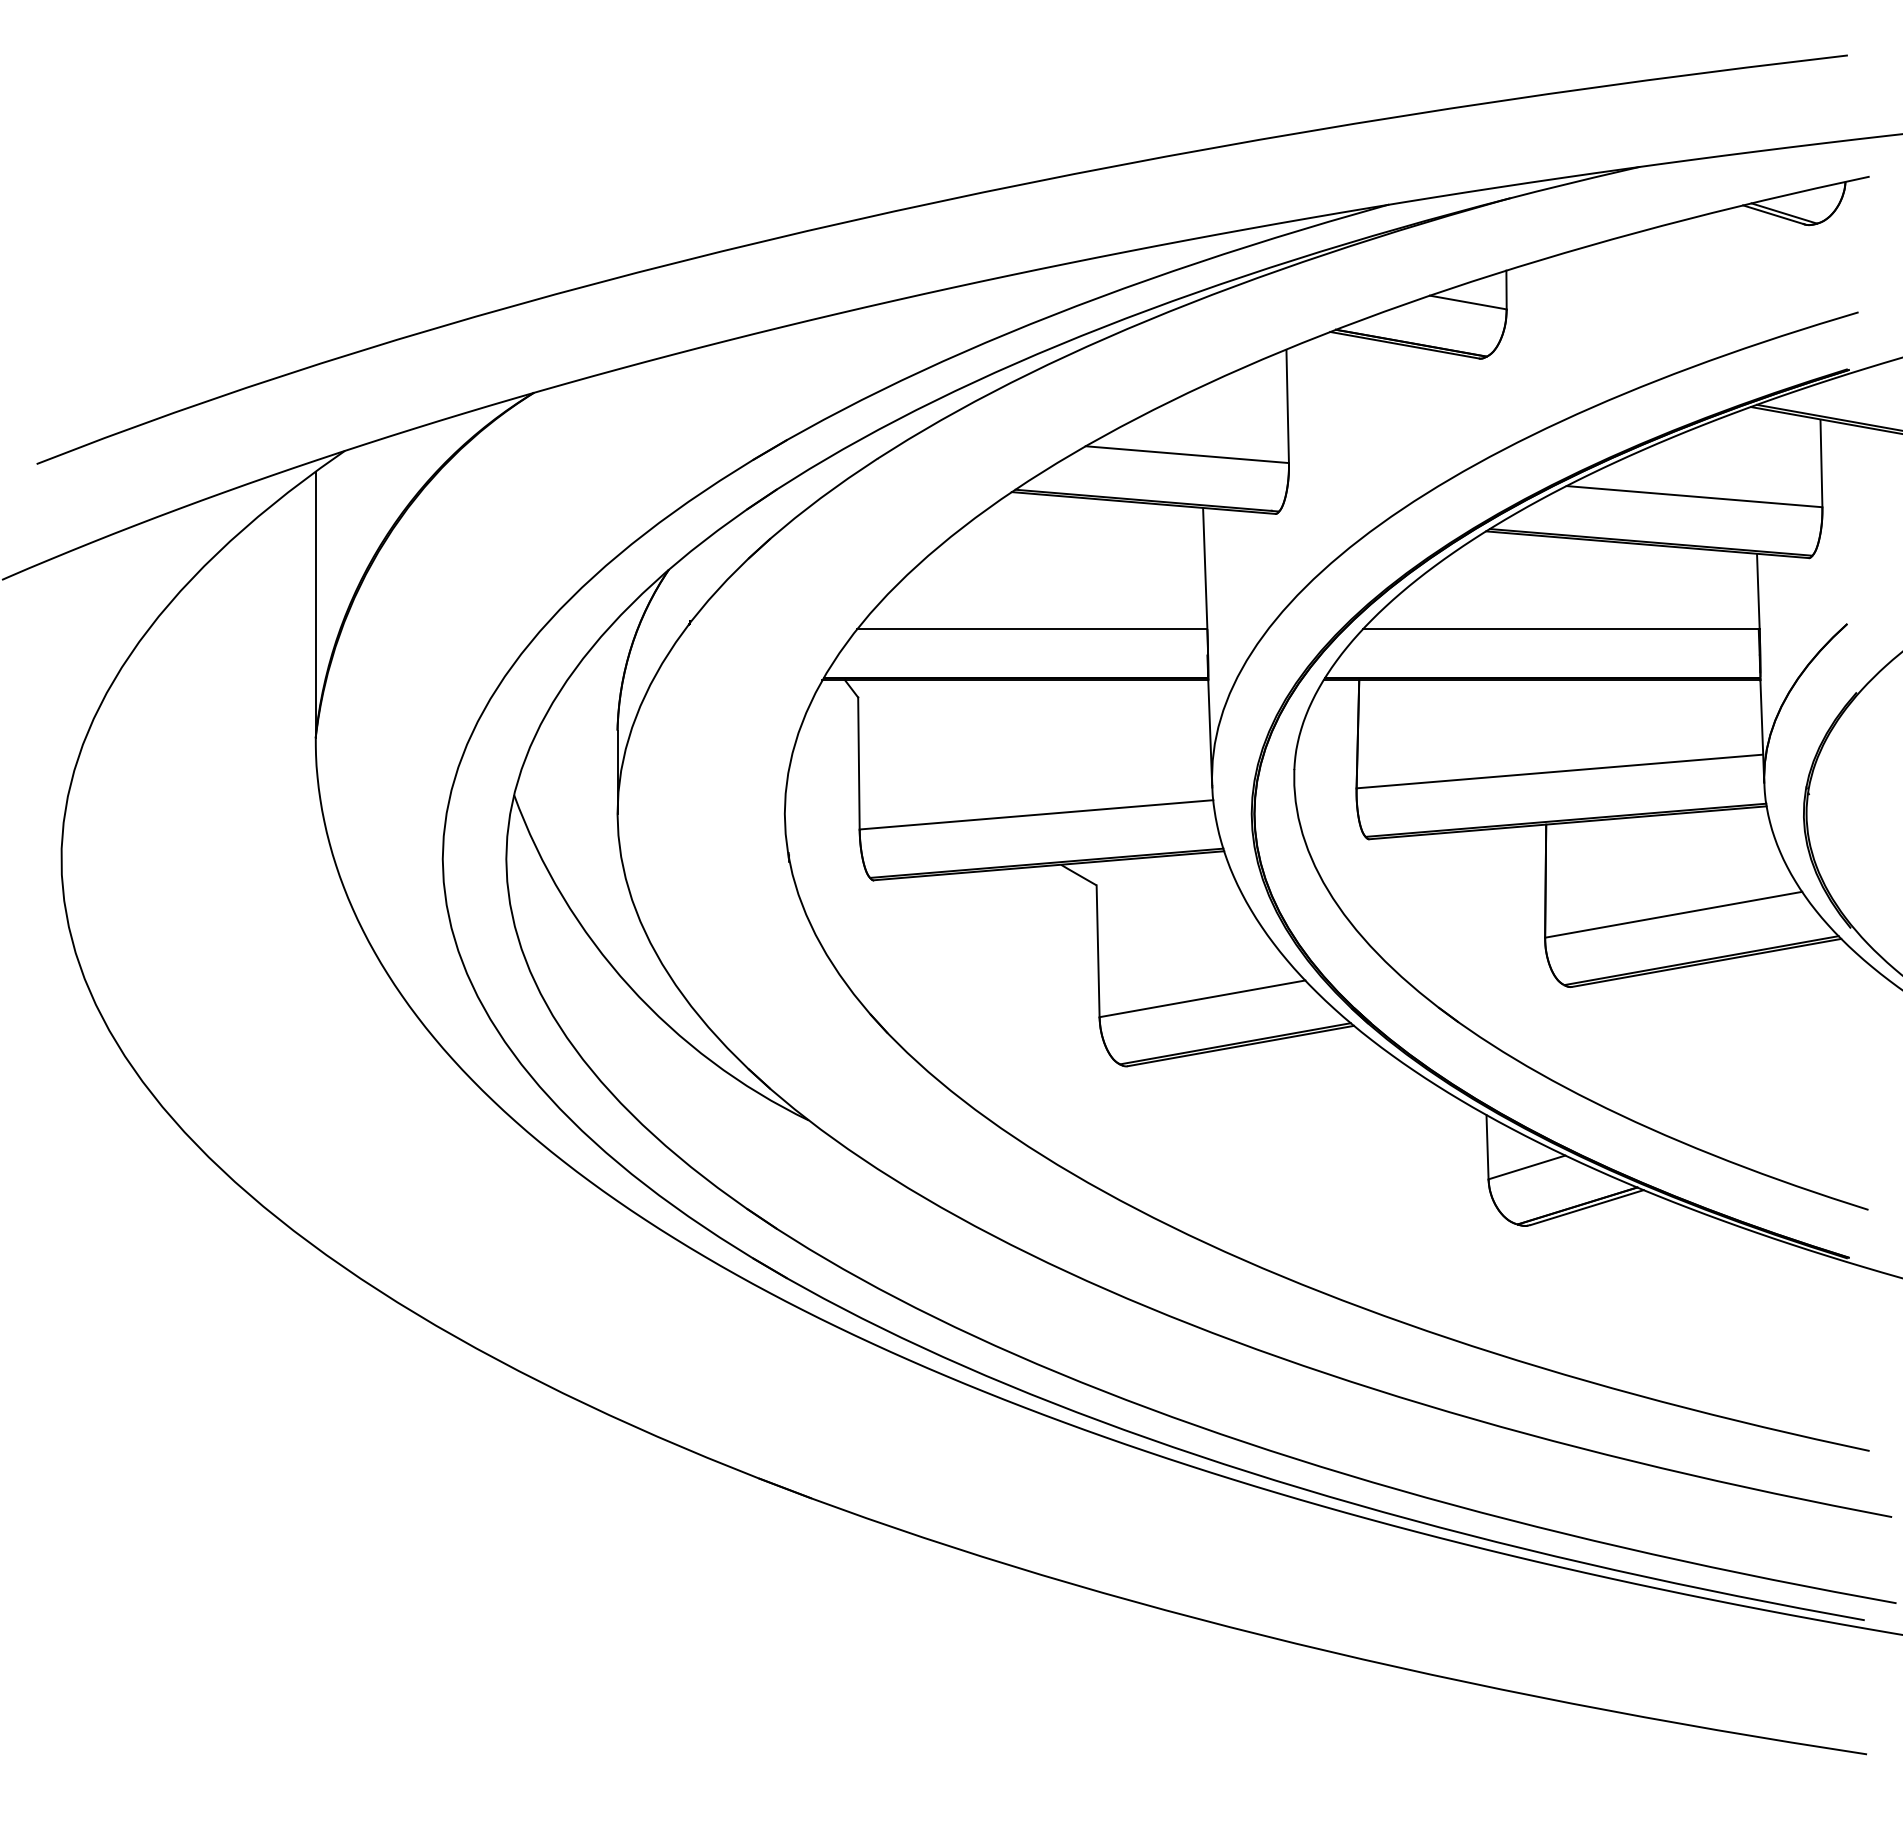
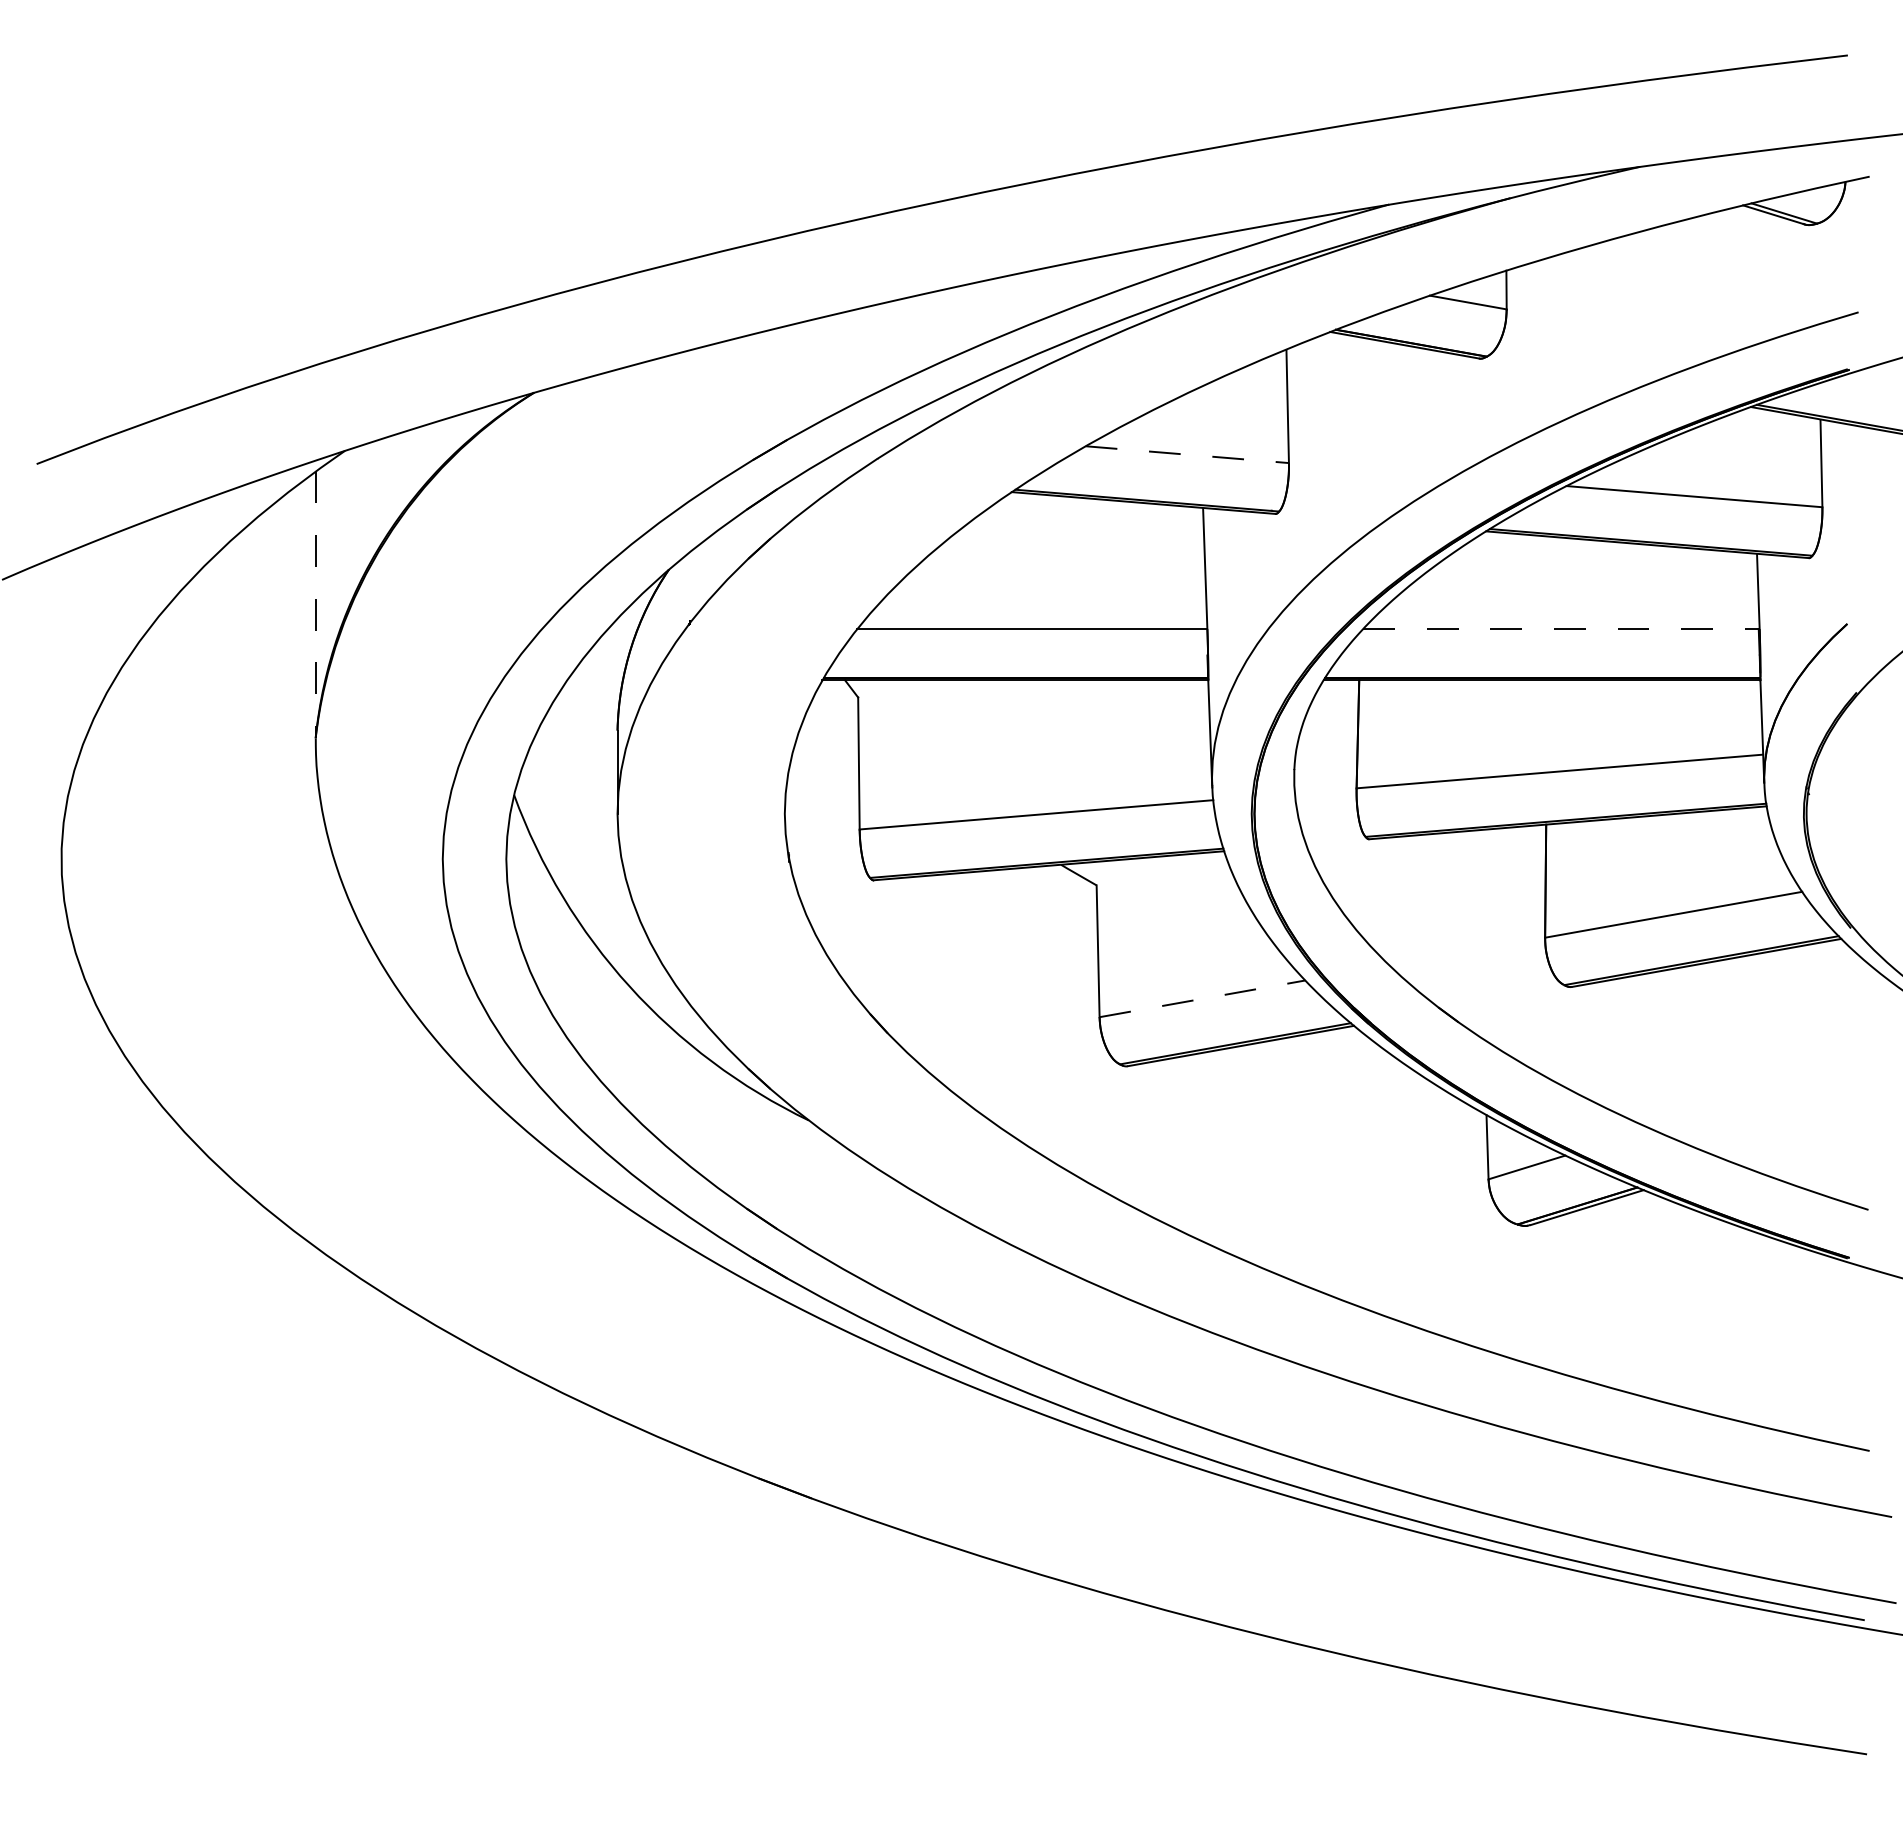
line at (1187, 454): solid -> dashed
line at (315, 605): solid -> dashed
line at (1562, 628): solid -> dashed
line at (1202, 998): solid -> dashed
